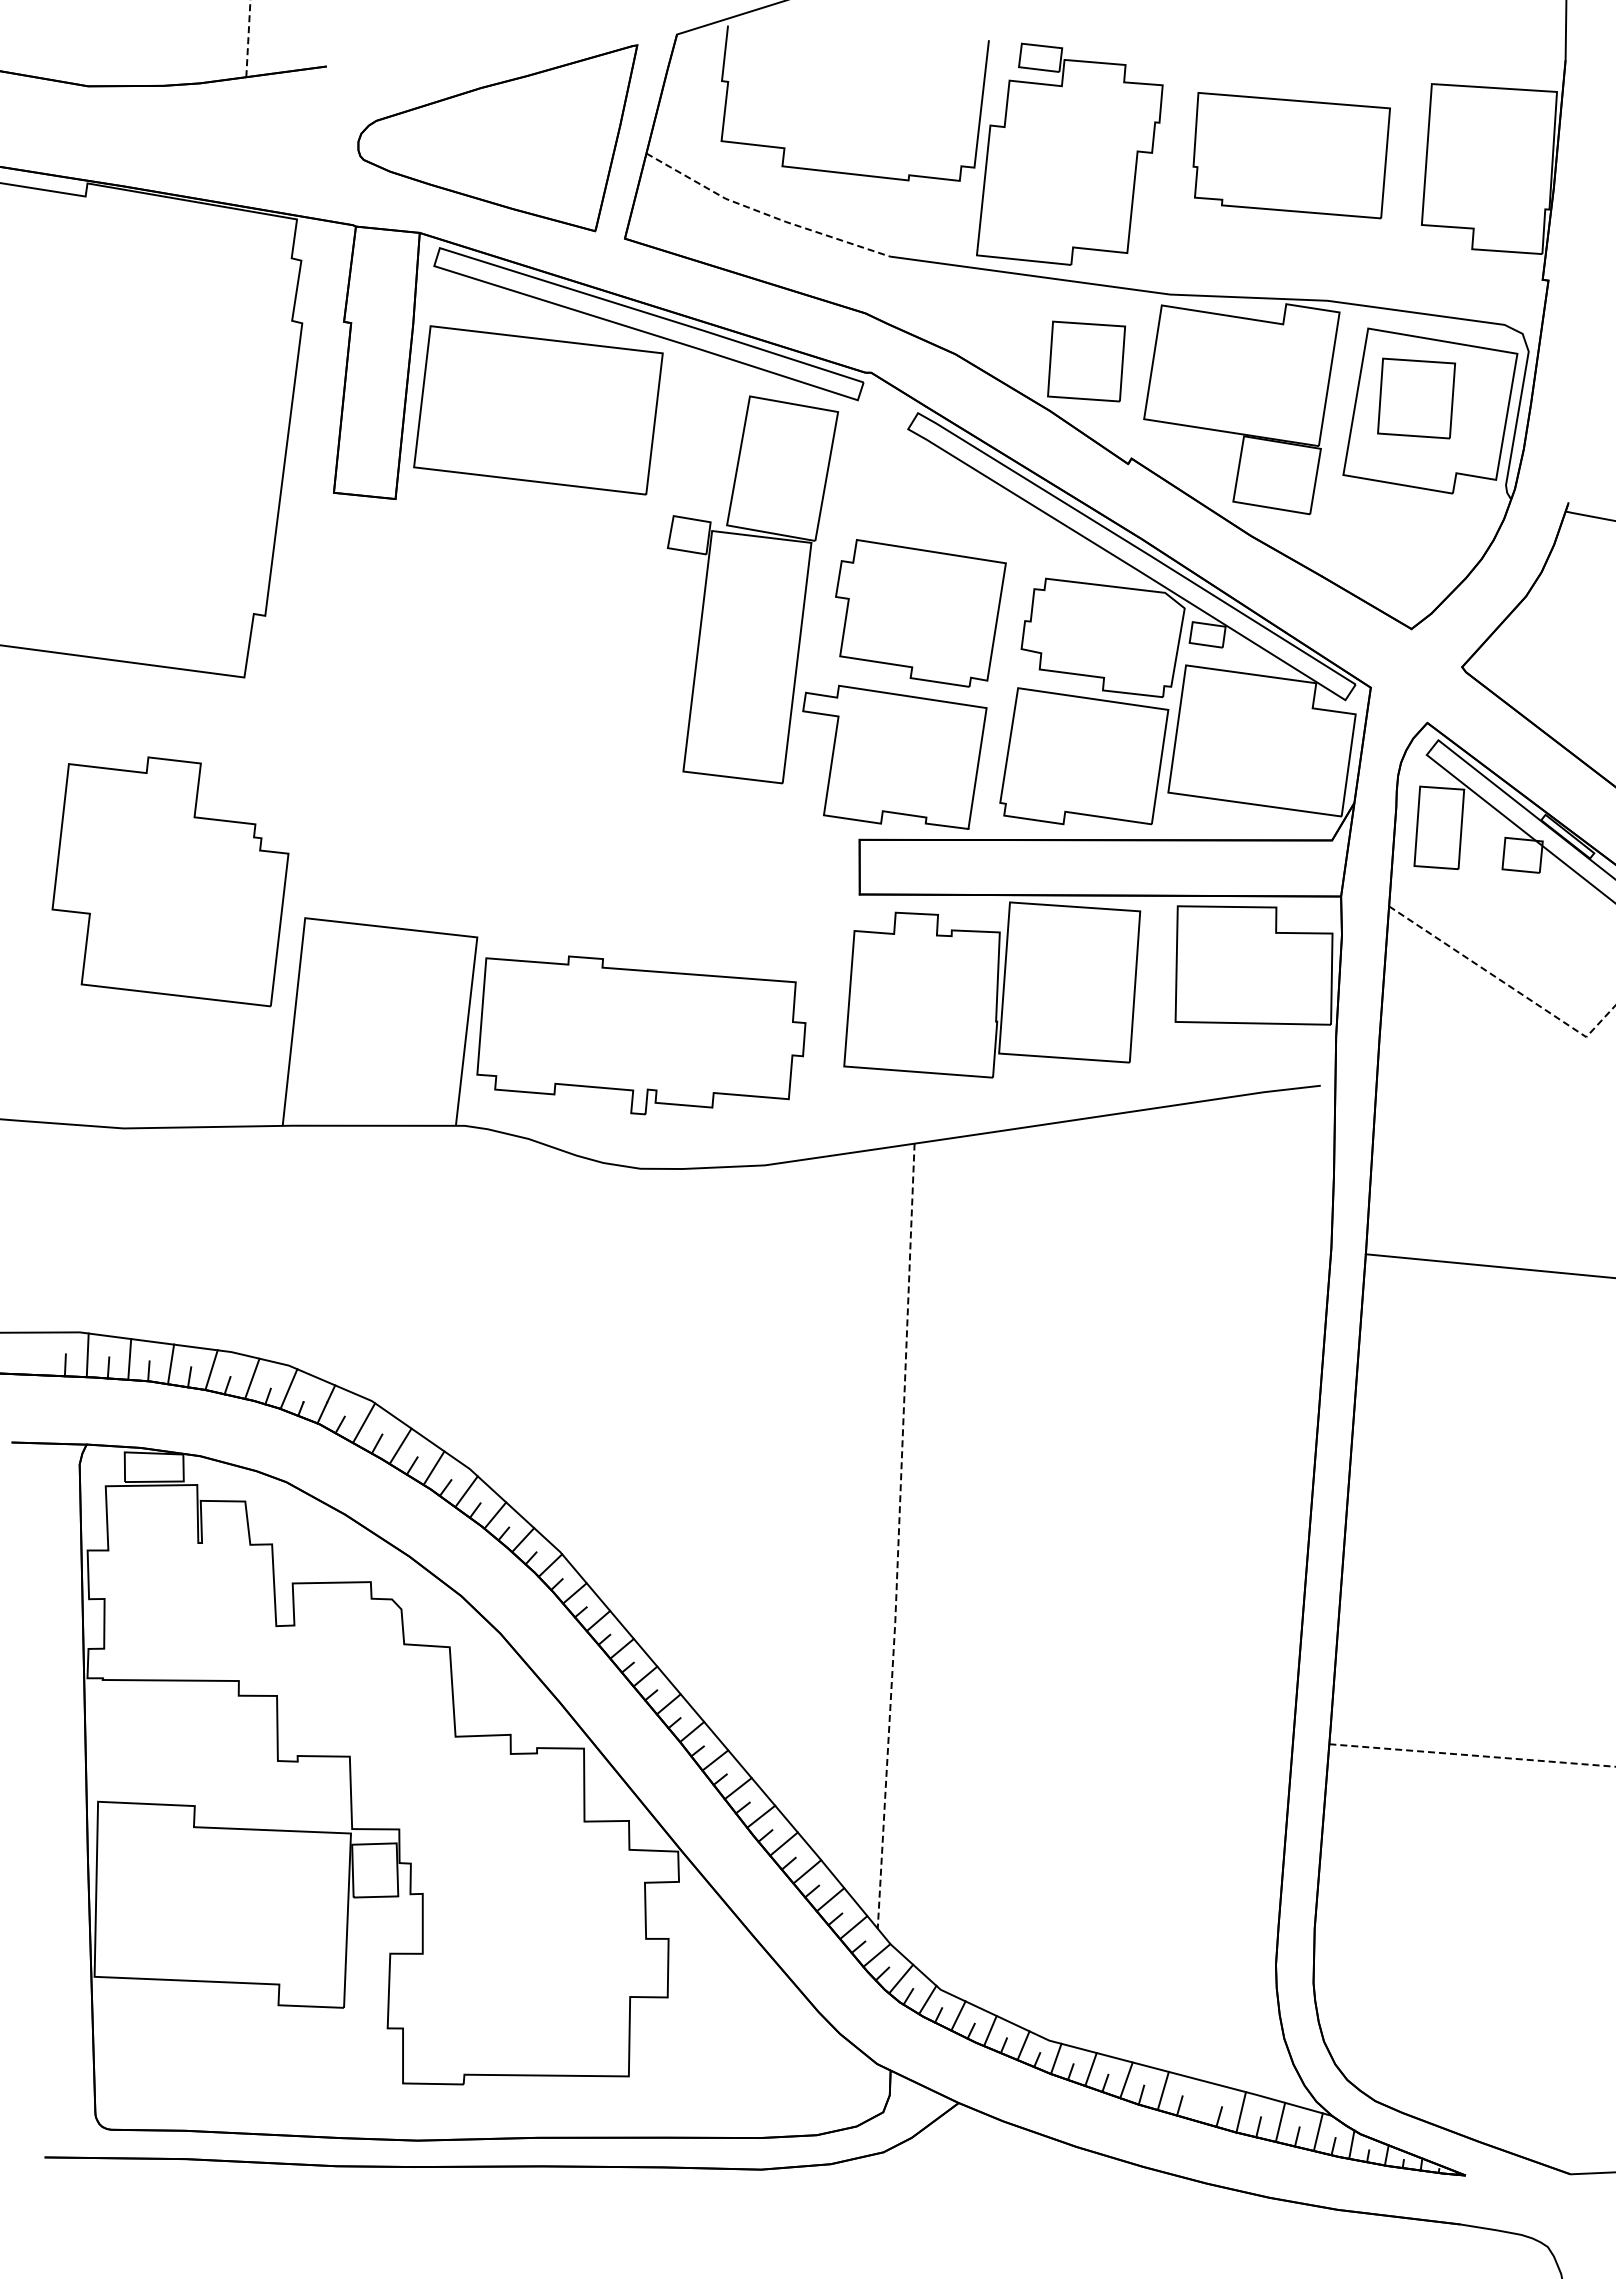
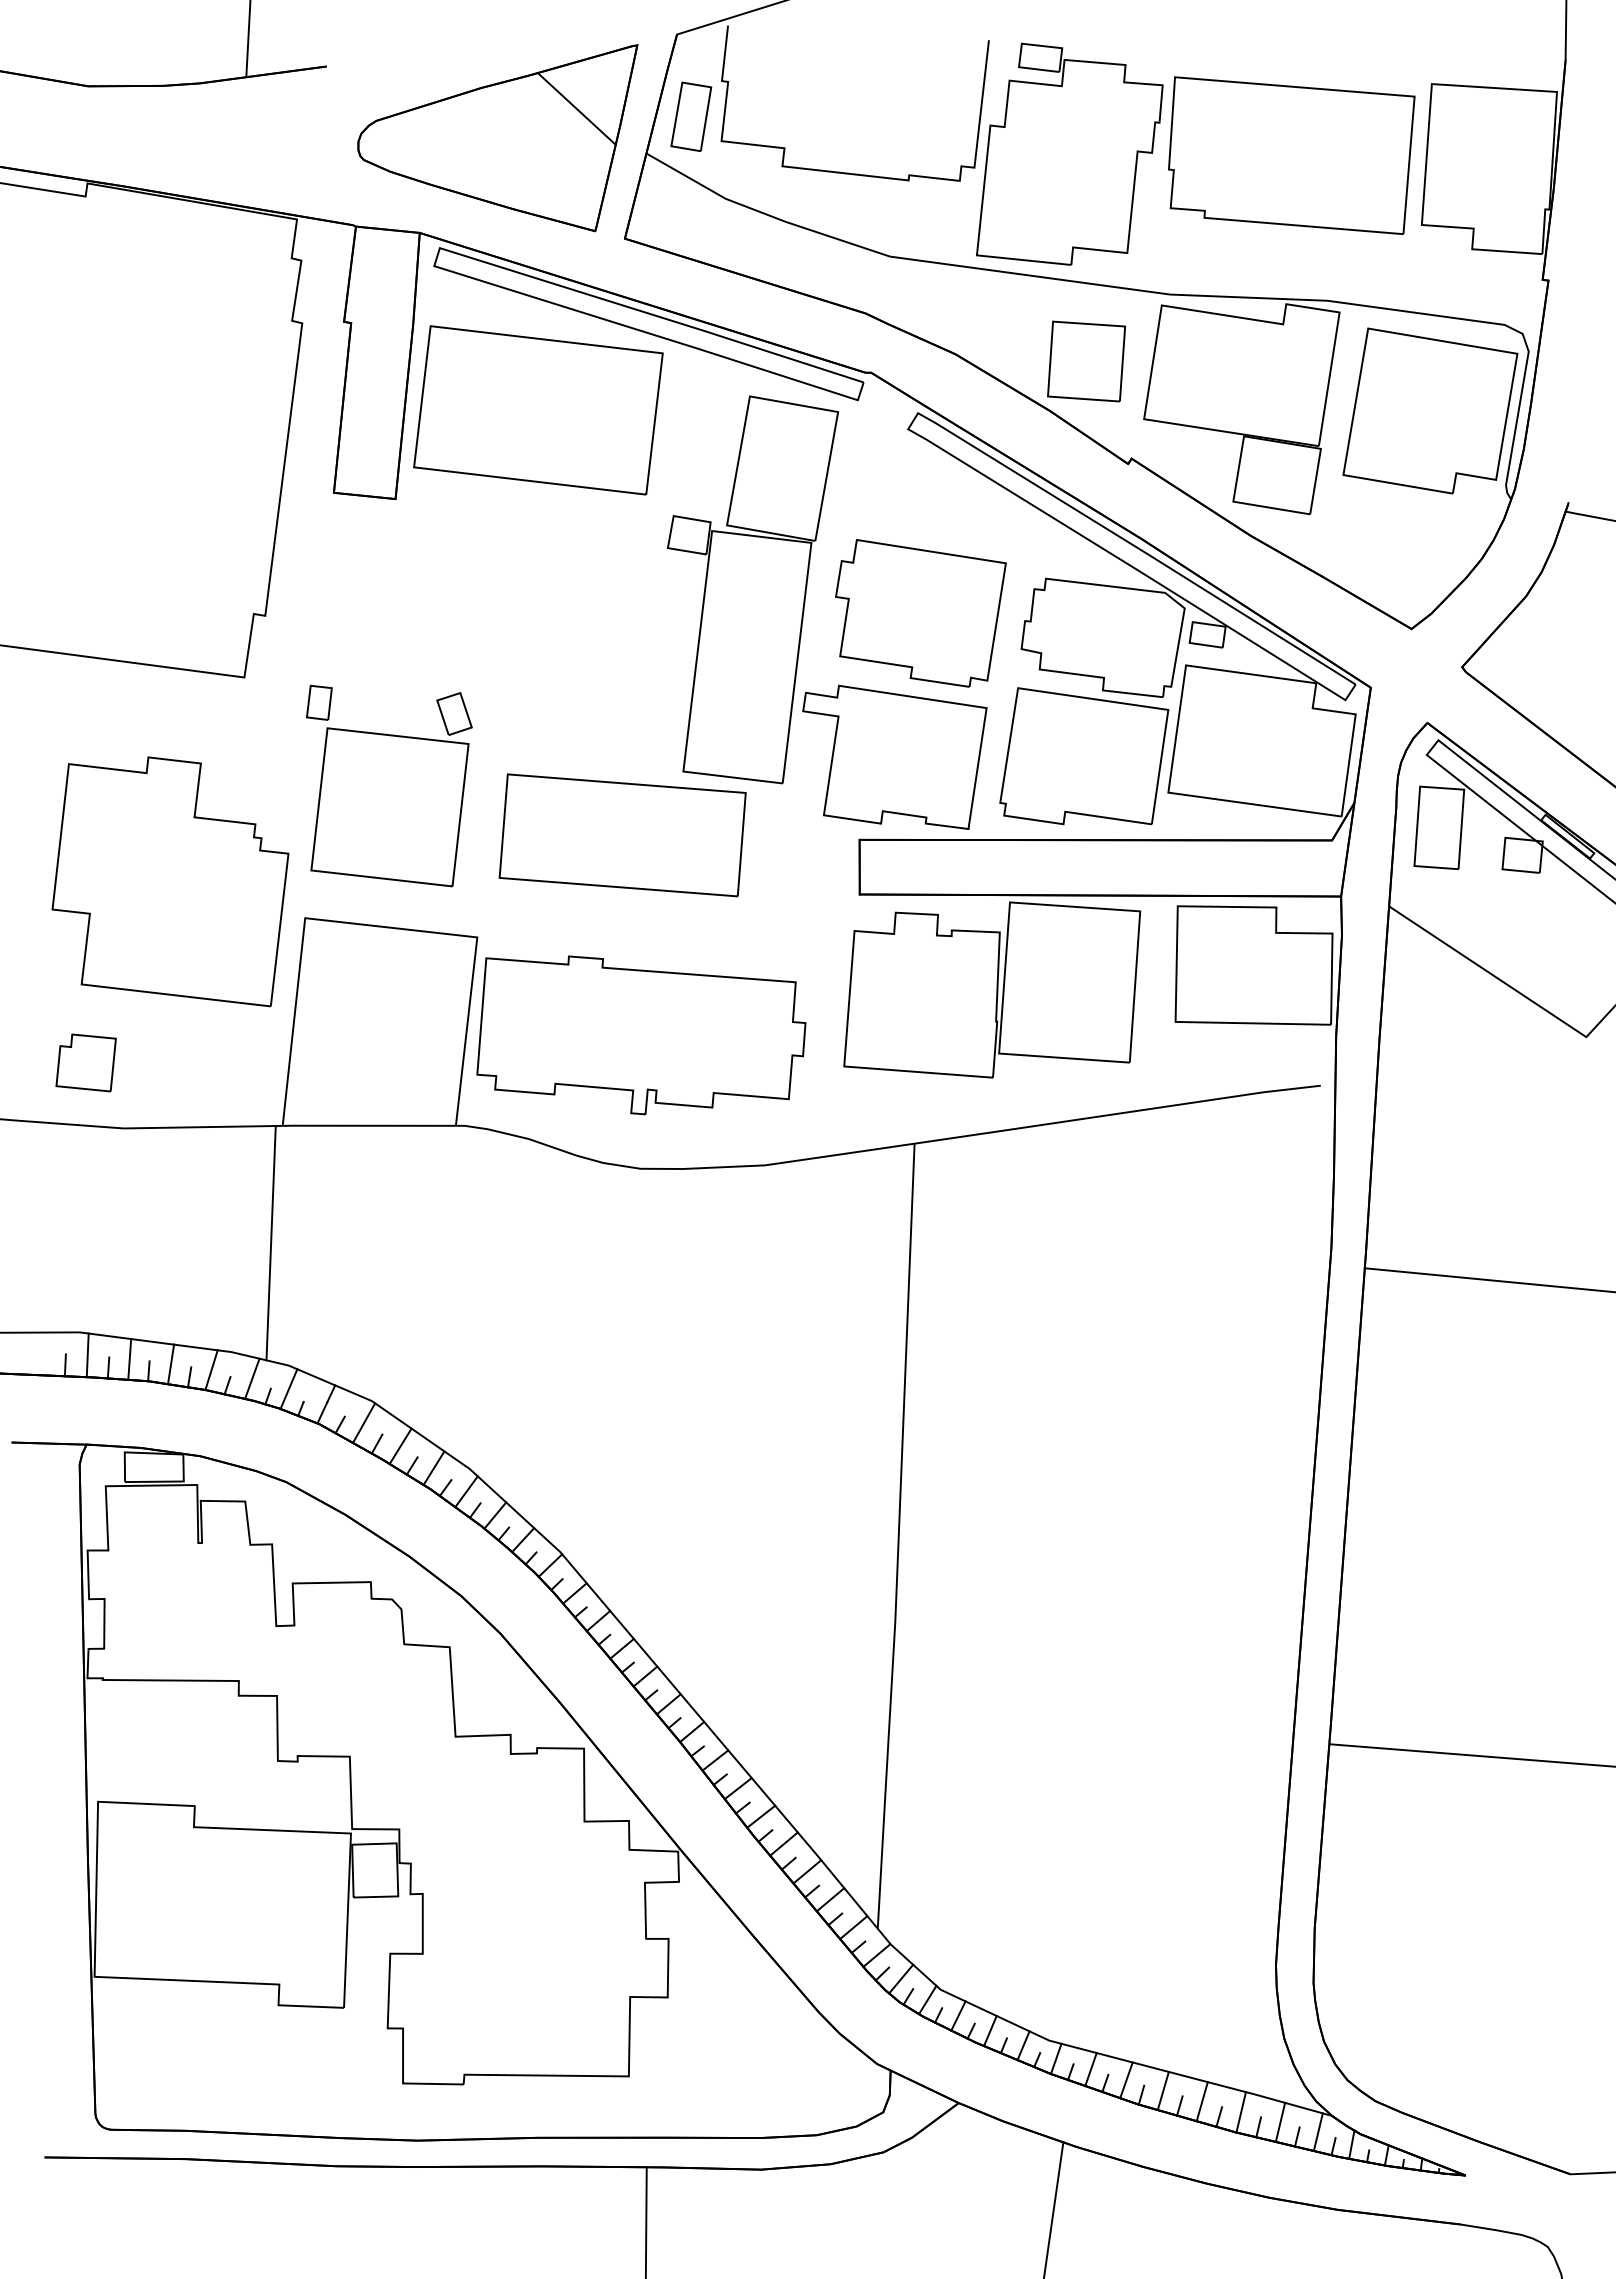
line at (248, 38): dashed -> solid
line at (576, 108): none -> present
part at (691, 116): none -> present
part at (1291, 155) size: 199x128 px -> 248x159 px
line at (764, 213): dashed -> solid
part at (1416, 398): present -> none
part at (389, 785): none -> present
part at (622, 835): none -> present
line at (1506, 984): dashed -> solid
part at (85, 1062): none -> present
line at (270, 1242): none -> present
line at (1488, 1265) position: (1488, 1265) -> (1488, 1279)
line at (898, 1538): dashed -> solid
line at (1472, 1755): dashed -> solid
line at (1201, 2101): none -> present
line at (1053, 2208): none -> present
line at (645, 2221): none -> present
